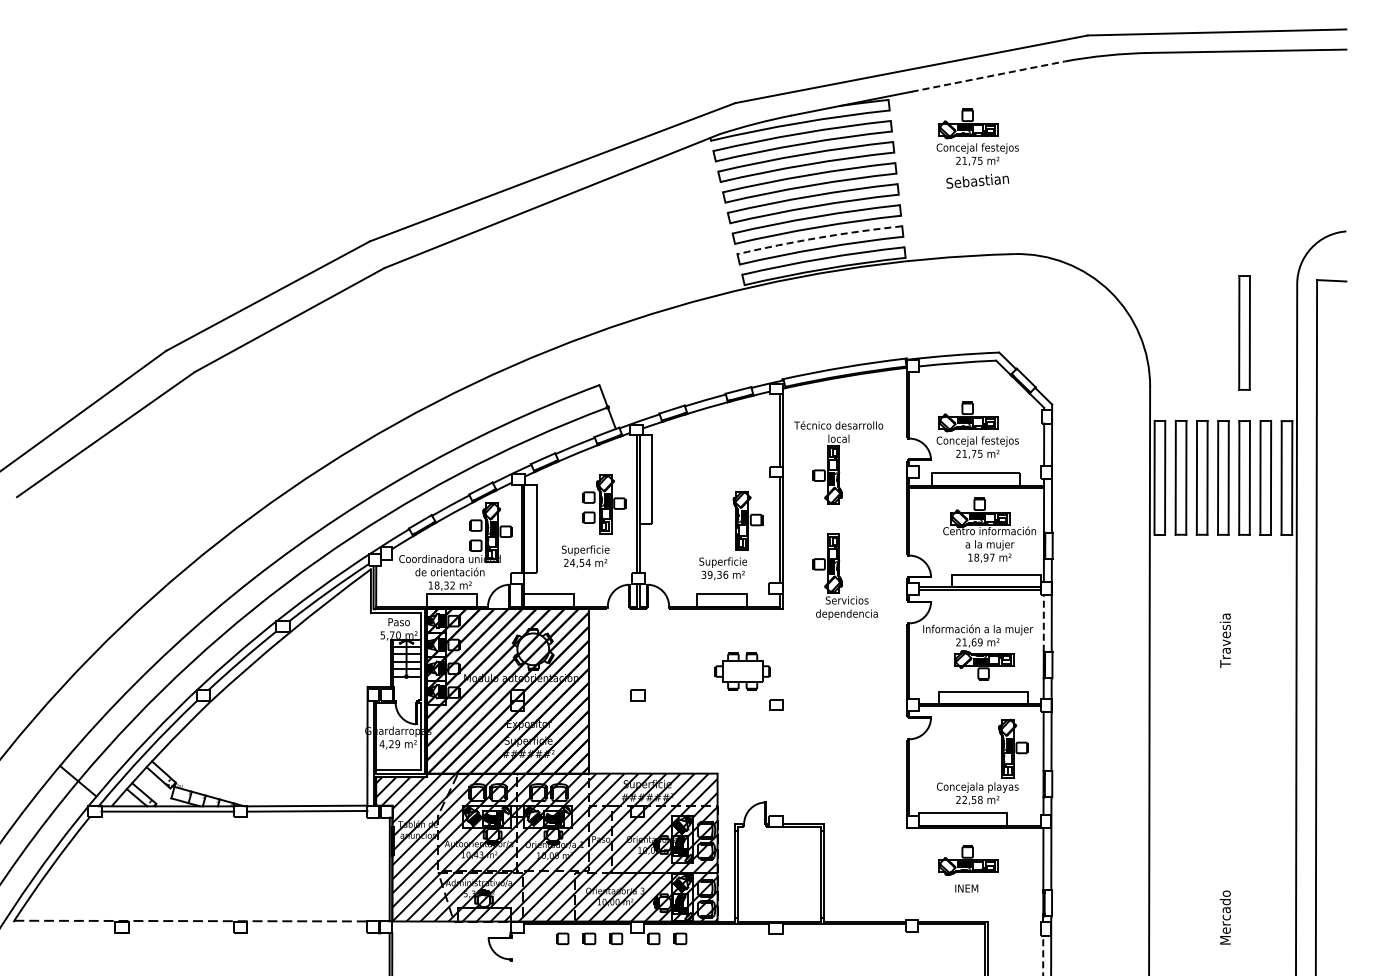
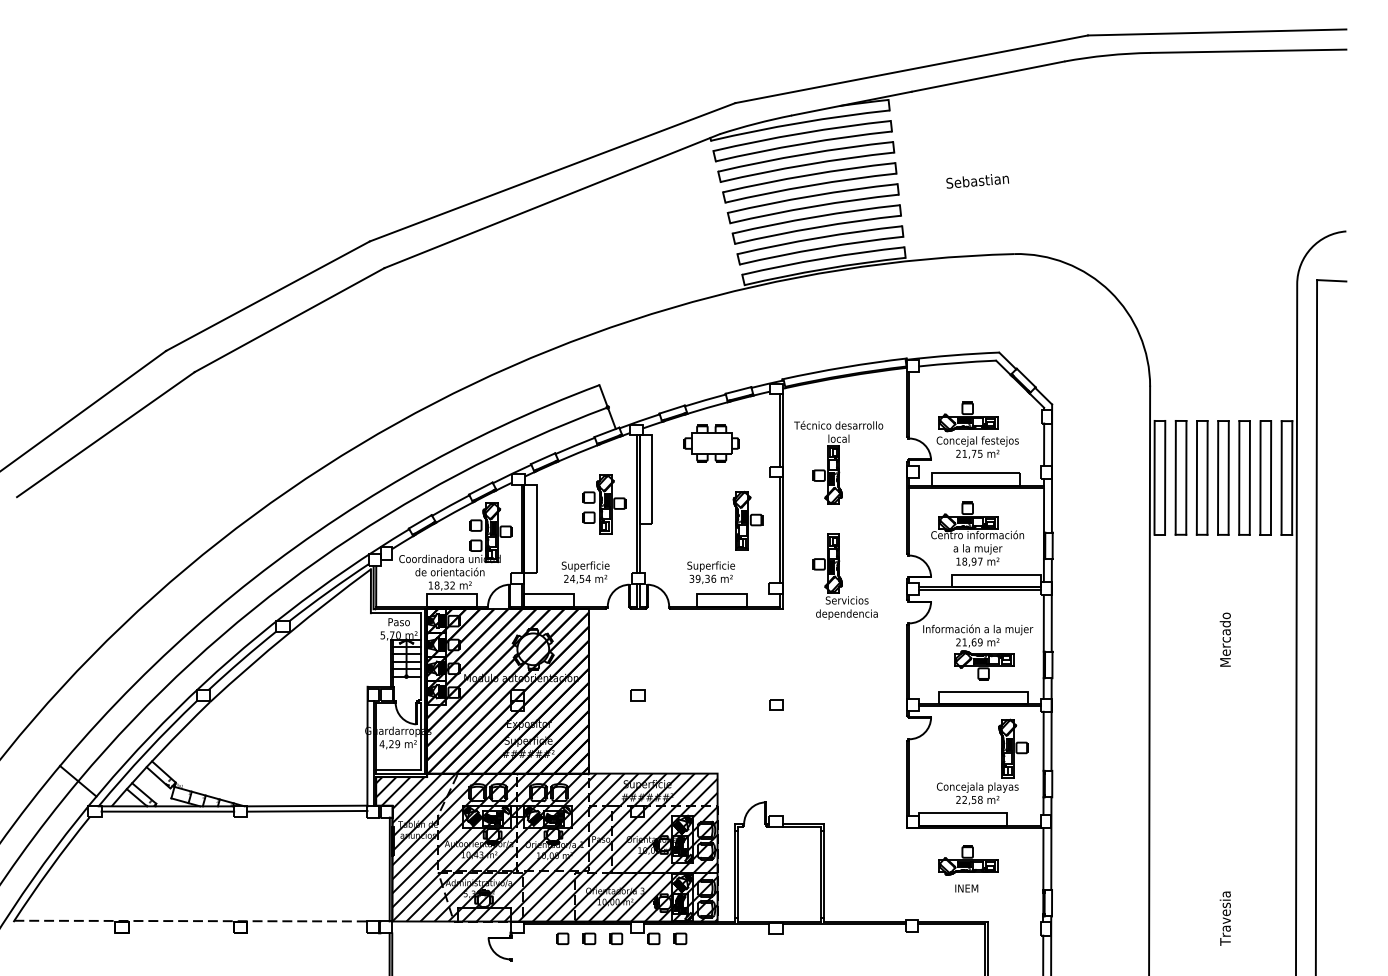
line at (988, 76): dashed -> solid
part at (977, 136): present -> none
arc at (819, 237): dashed -> solid
part at (1244, 332): present -> none
part at (989, 529) position: (989, 529) -> (977, 533)
text at (585, 556) position: (585, 556) -> (585, 572)
text at (723, 568) position: (723, 568) -> (711, 572)
line at (1043, 623): dashed -> solid
text at (1224, 639): Travesia -> Mercado
part at (742, 671) position: (742, 671) -> (711, 443)
text at (1224, 917): Mercado -> Travesia
line at (1043, 955): dashed -> solid
